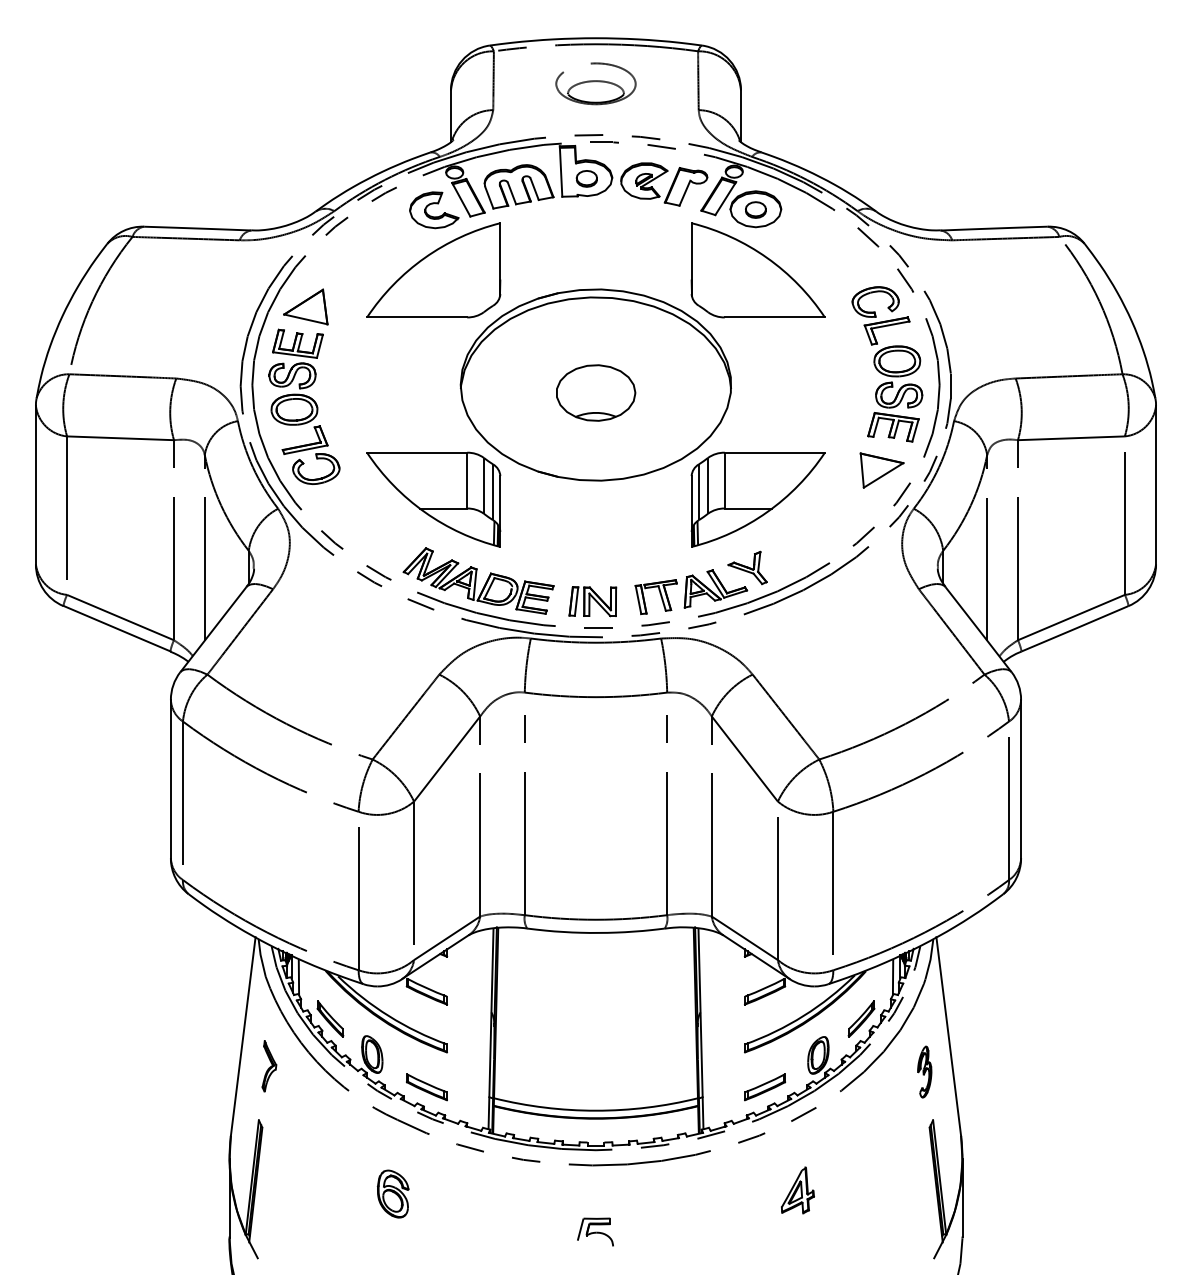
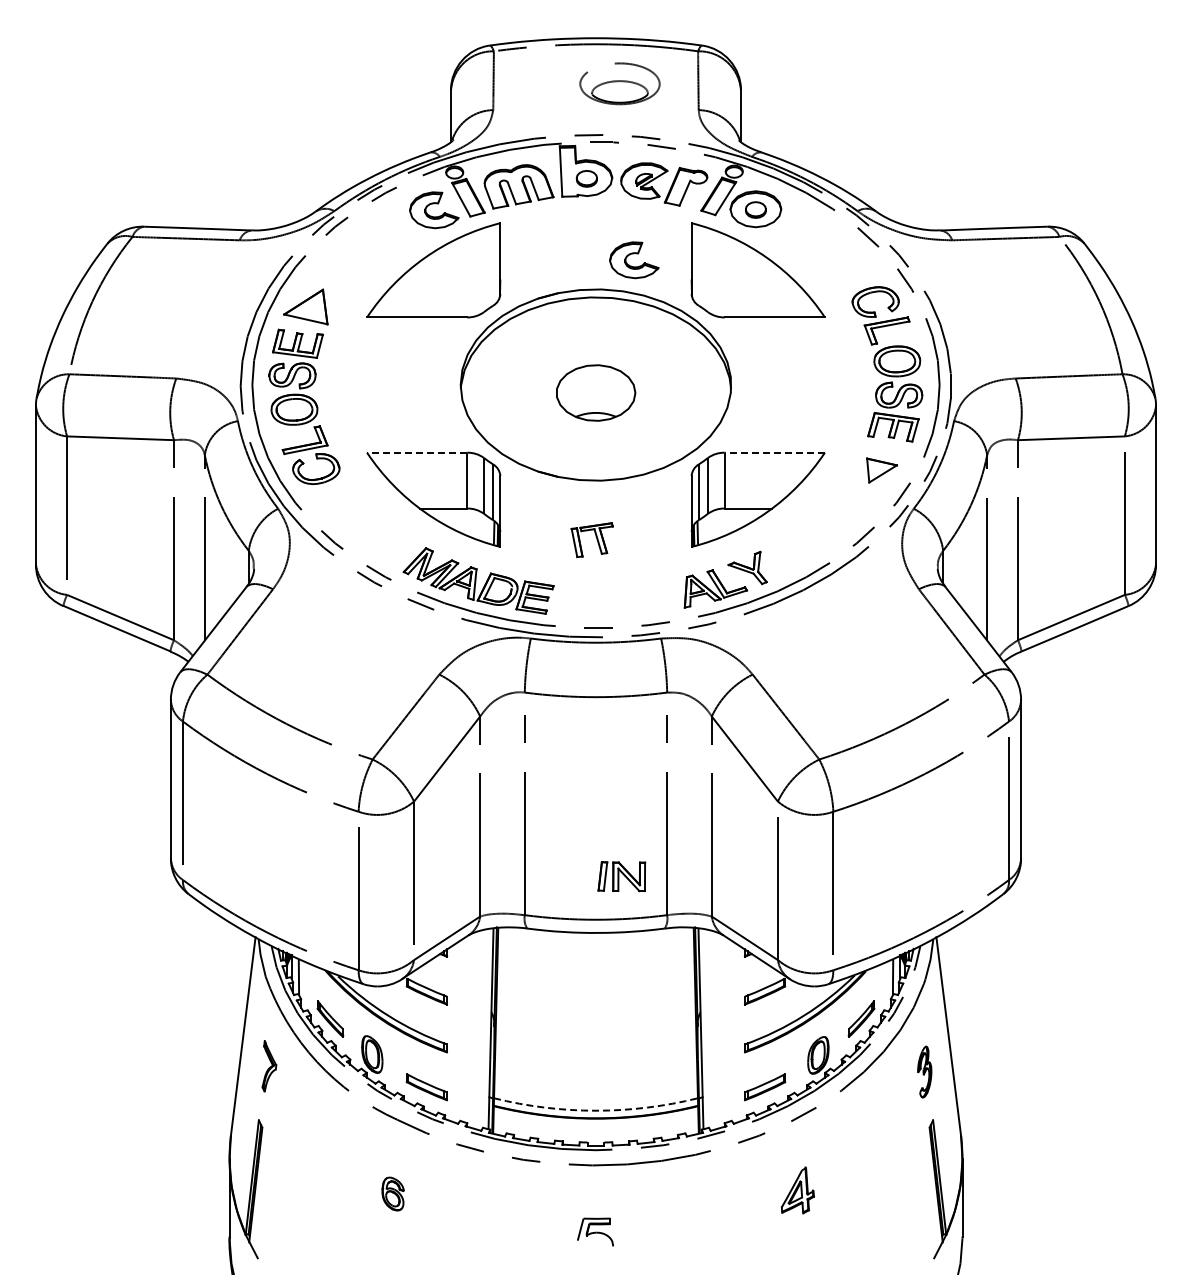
part at (595, 83) position: (595, 83) -> (619, 83)
part at (634, 260): none -> present
line at (416, 452): solid -> dashed
line at (774, 452): solid -> dashed
part at (881, 470) size: 46x37 px -> 33x27 px
part at (655, 597) position: (655, 597) -> (591, 540)
part at (592, 601) position: (592, 601) -> (621, 876)
arc at (596, 1110): solid -> dashed
part at (392, 1193) size: 34x50 px -> 24x36 px
